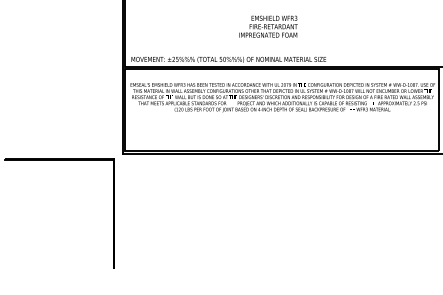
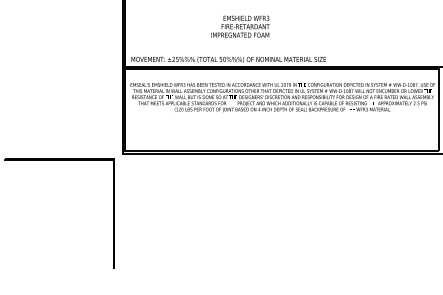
text at (268, 26) position: (268, 26) -> (240, 26)
